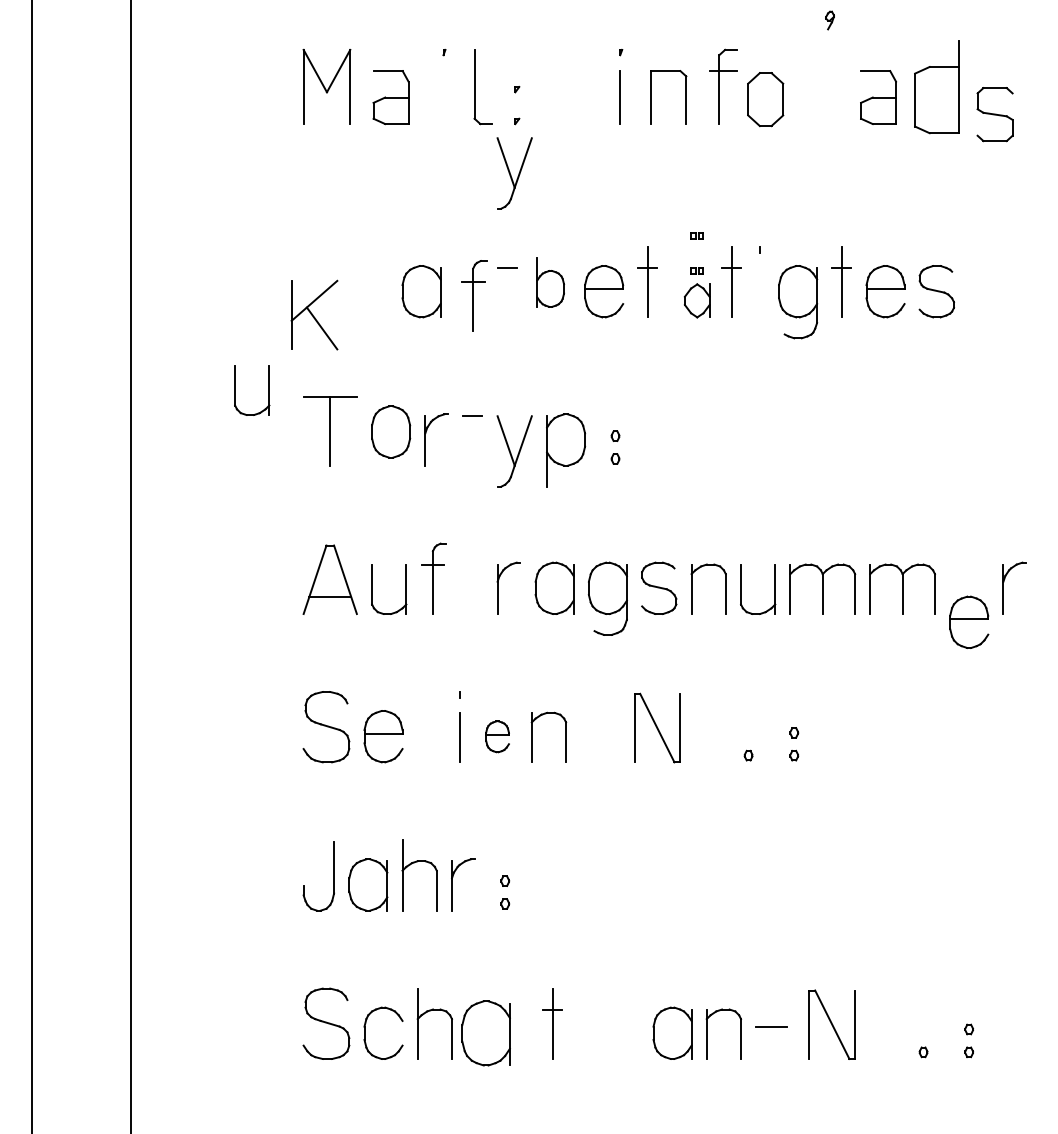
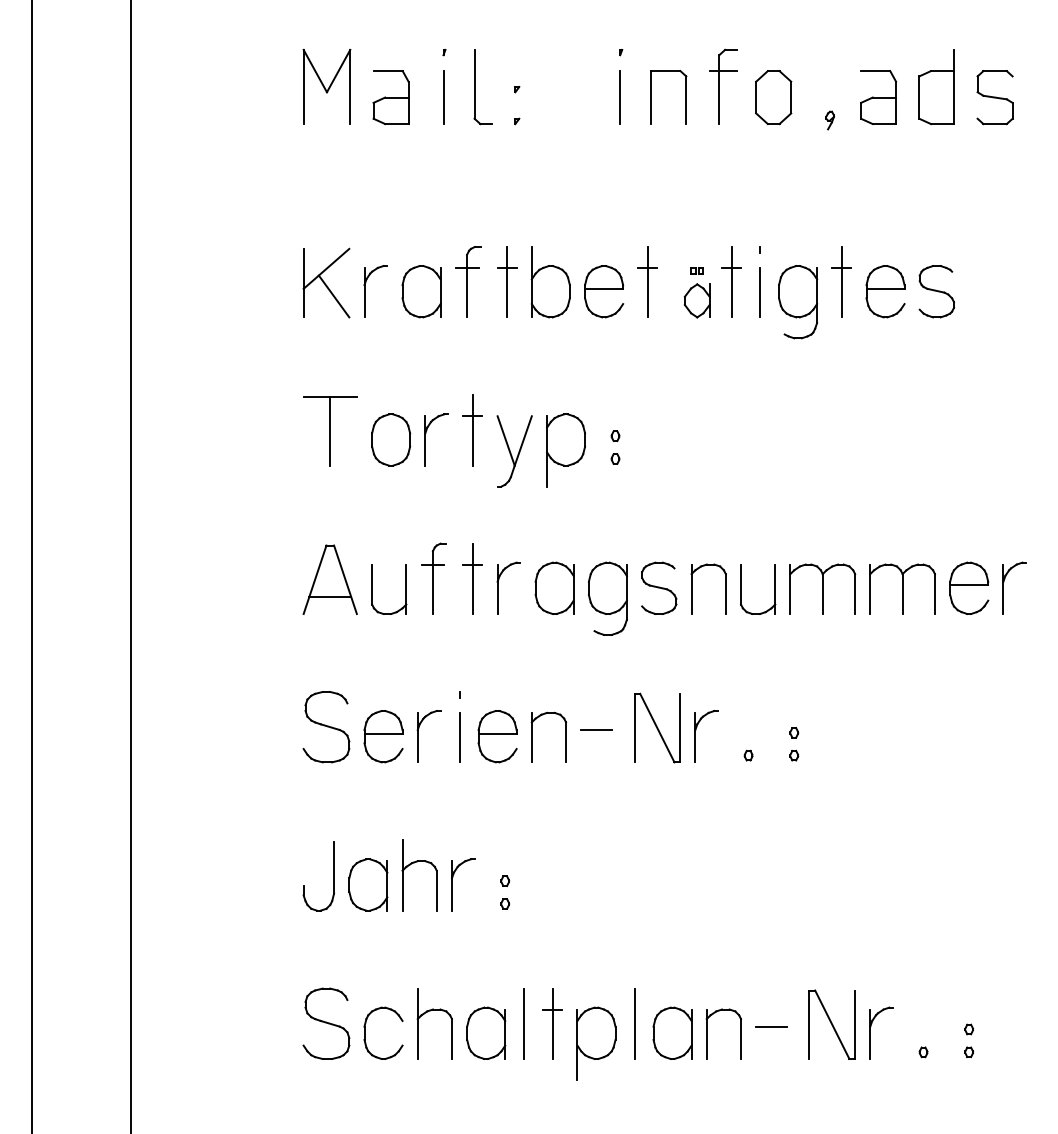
part at (829, 20) position: (829, 20) -> (829, 120)
part at (936, 87) size: 46x95 px -> 37x77 px
line at (443, 97): none -> present
part at (765, 99) position: (765, 99) -> (773, 97)
part at (994, 114) position: (994, 114) -> (994, 97)
part at (514, 173): present -> none
part at (696, 235): present -> none
line at (507, 282): none -> present
part at (550, 282) size: 29x51 px -> 41x73 px
part at (365, 291): none -> present
line at (760, 292): none -> present
part at (474, 295) position: (474, 295) -> (468, 281)
part at (314, 314) position: (314, 314) -> (326, 282)
part at (268, 390): present -> none
line at (472, 430): none -> present
part at (391, 431) position: (391, 431) -> (391, 439)
part at (472, 578): none -> present
part at (969, 621) position: (969, 621) -> (969, 587)
line at (596, 730): none -> present
part at (418, 736): none -> present
part at (497, 736) size: 25x34 px -> 41x54 px
part at (695, 736): none -> present
line at (524, 1023): none -> present
line at (634, 1023): none -> present
part at (870, 1032): none -> present
part at (485, 1033) size: 50x67 px -> 41x54 px
part at (596, 1043): none -> present
